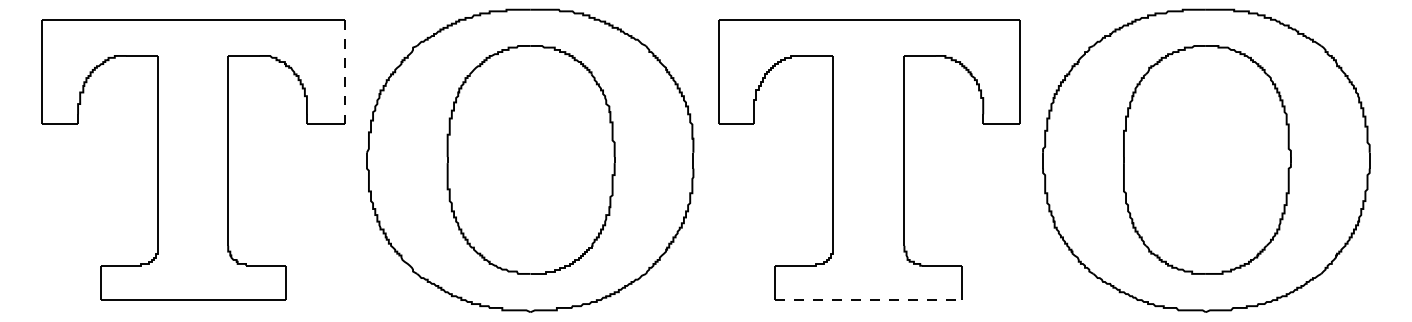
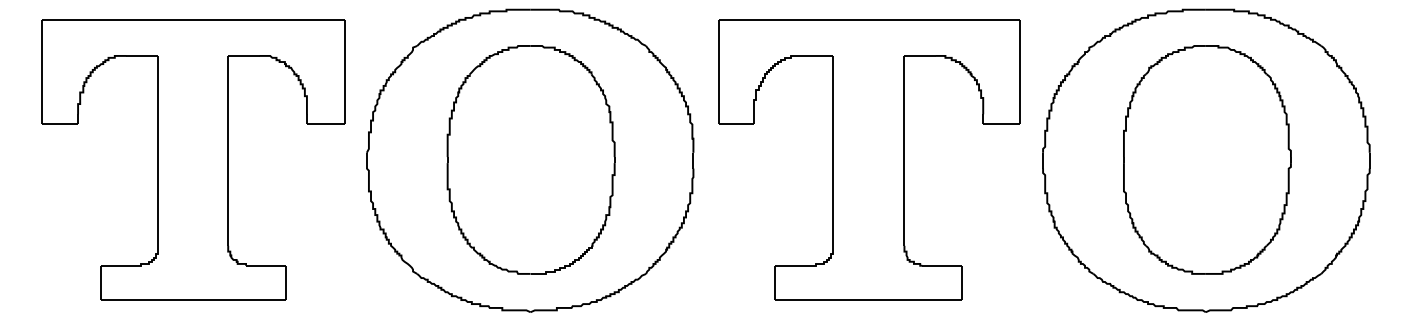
line at (344, 71): dashed -> solid
line at (869, 300): dashed -> solid
